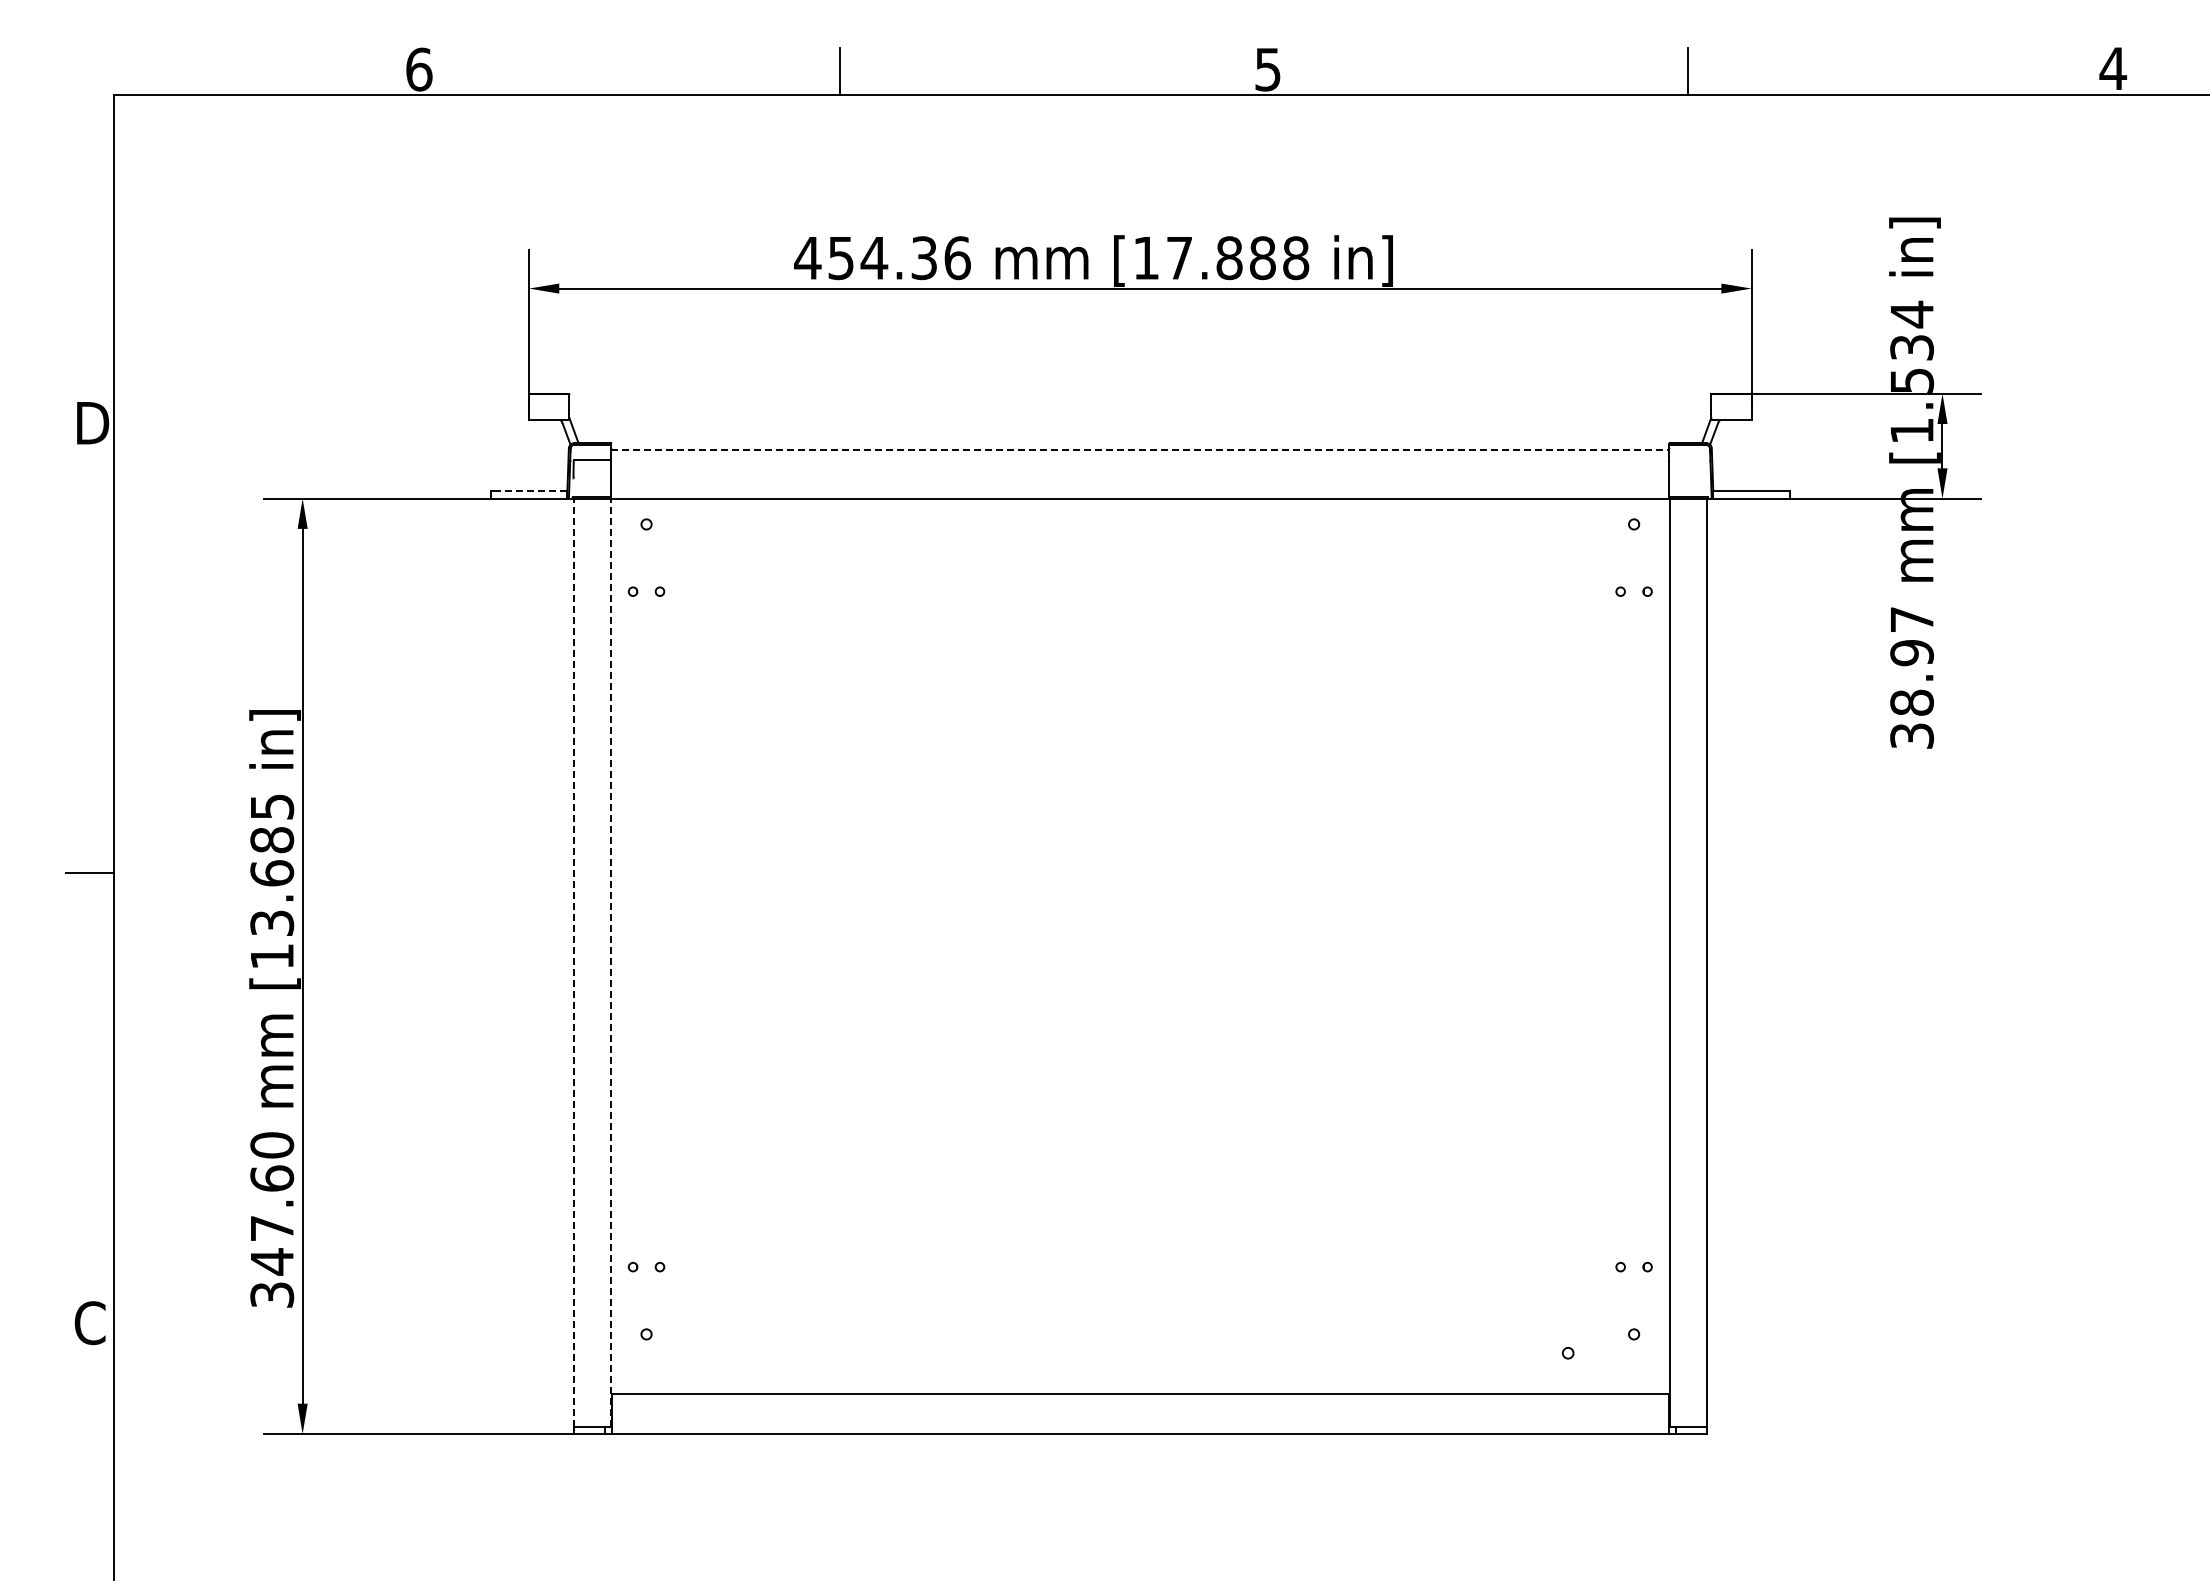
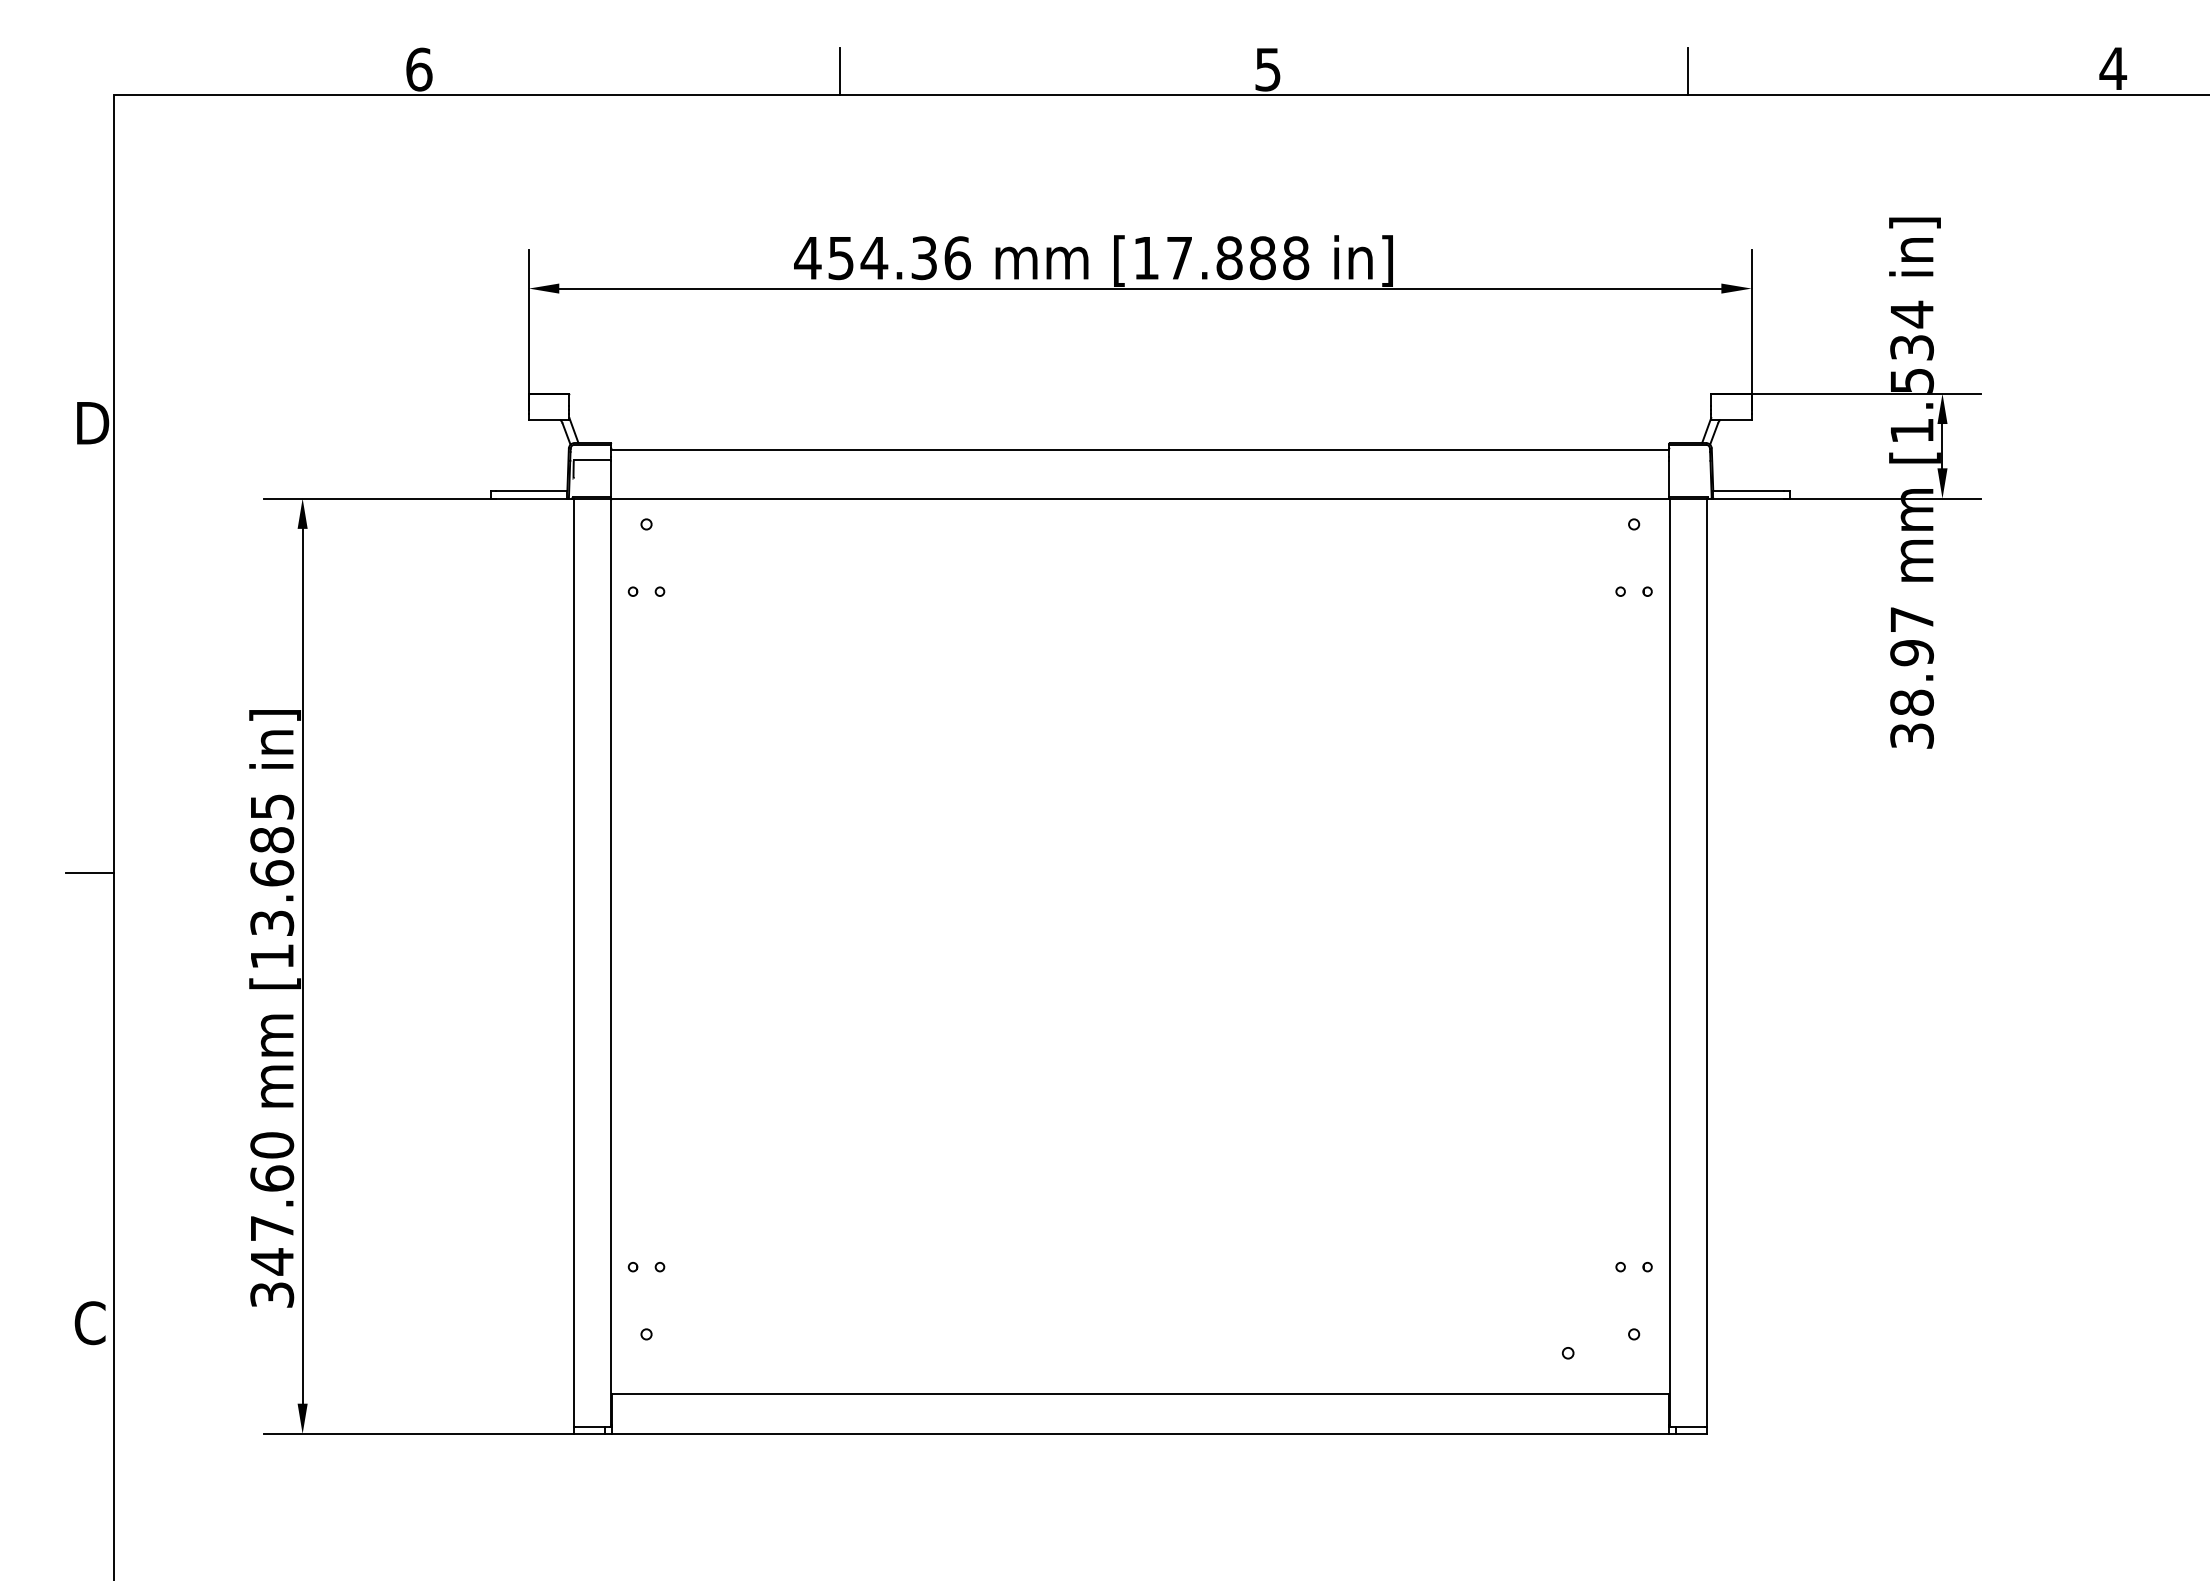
line at (1140, 450): dashed -> solid
line at (531, 490): dashed -> solid
line at (573, 962): dashed -> solid
line at (611, 962): dashed -> solid
